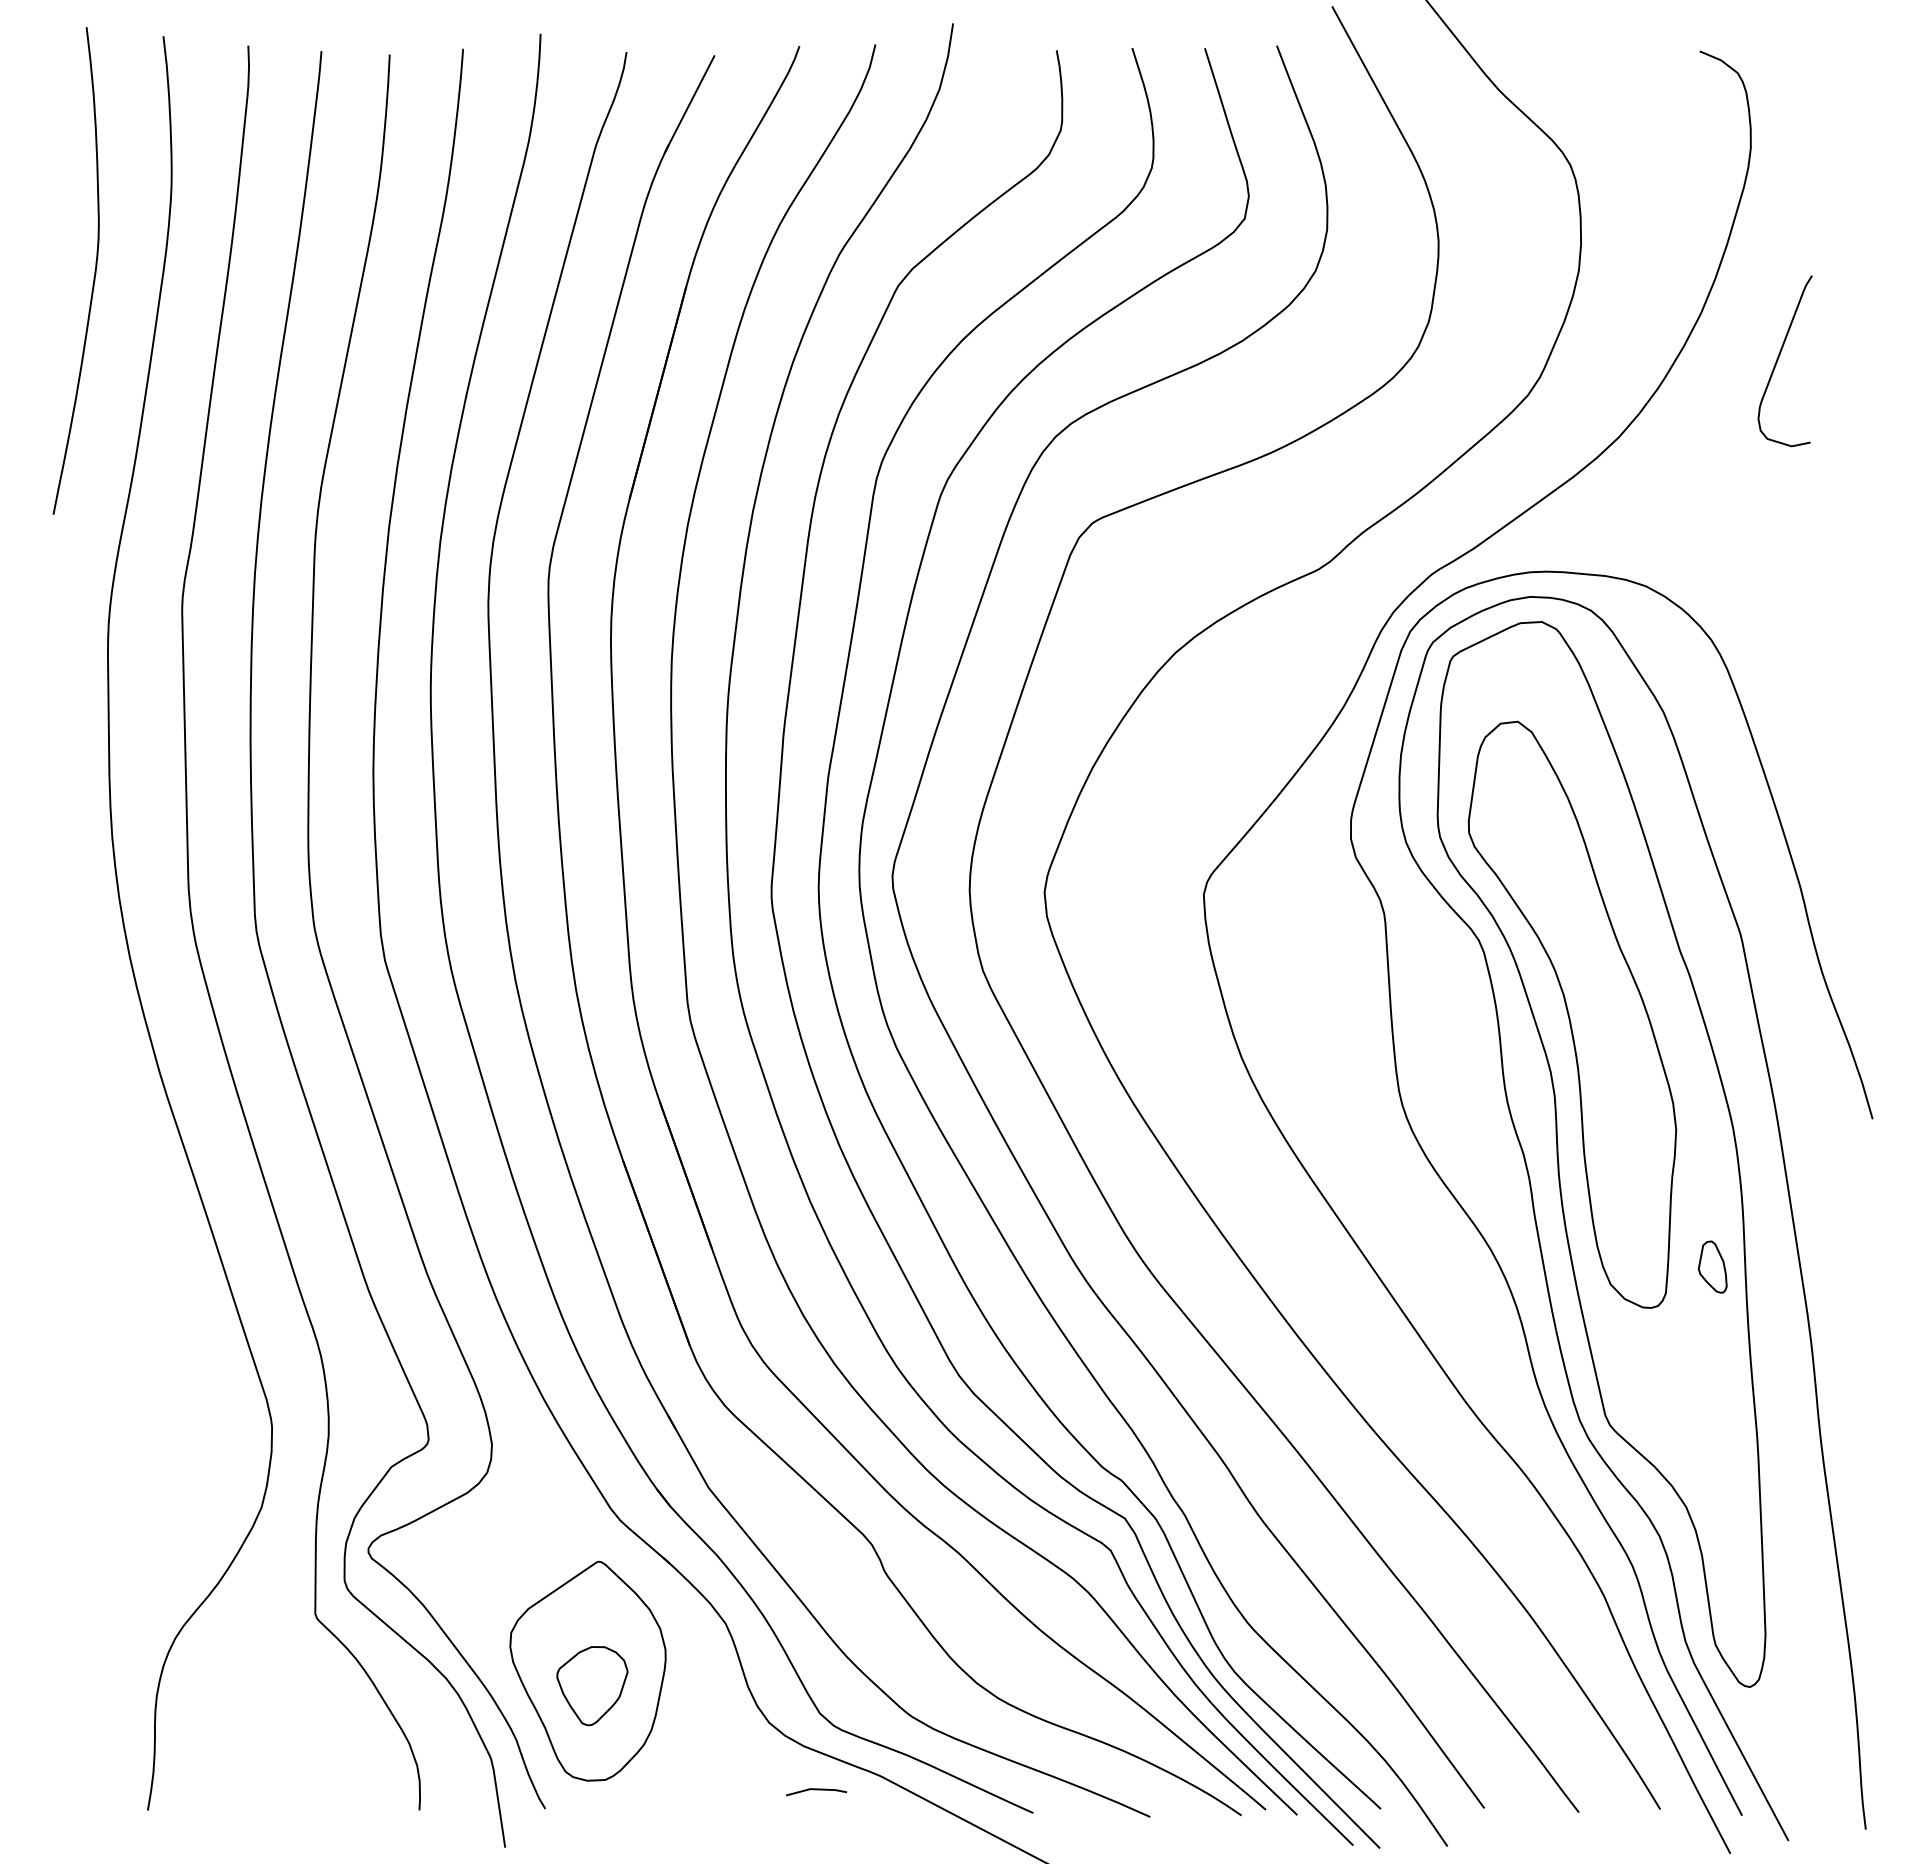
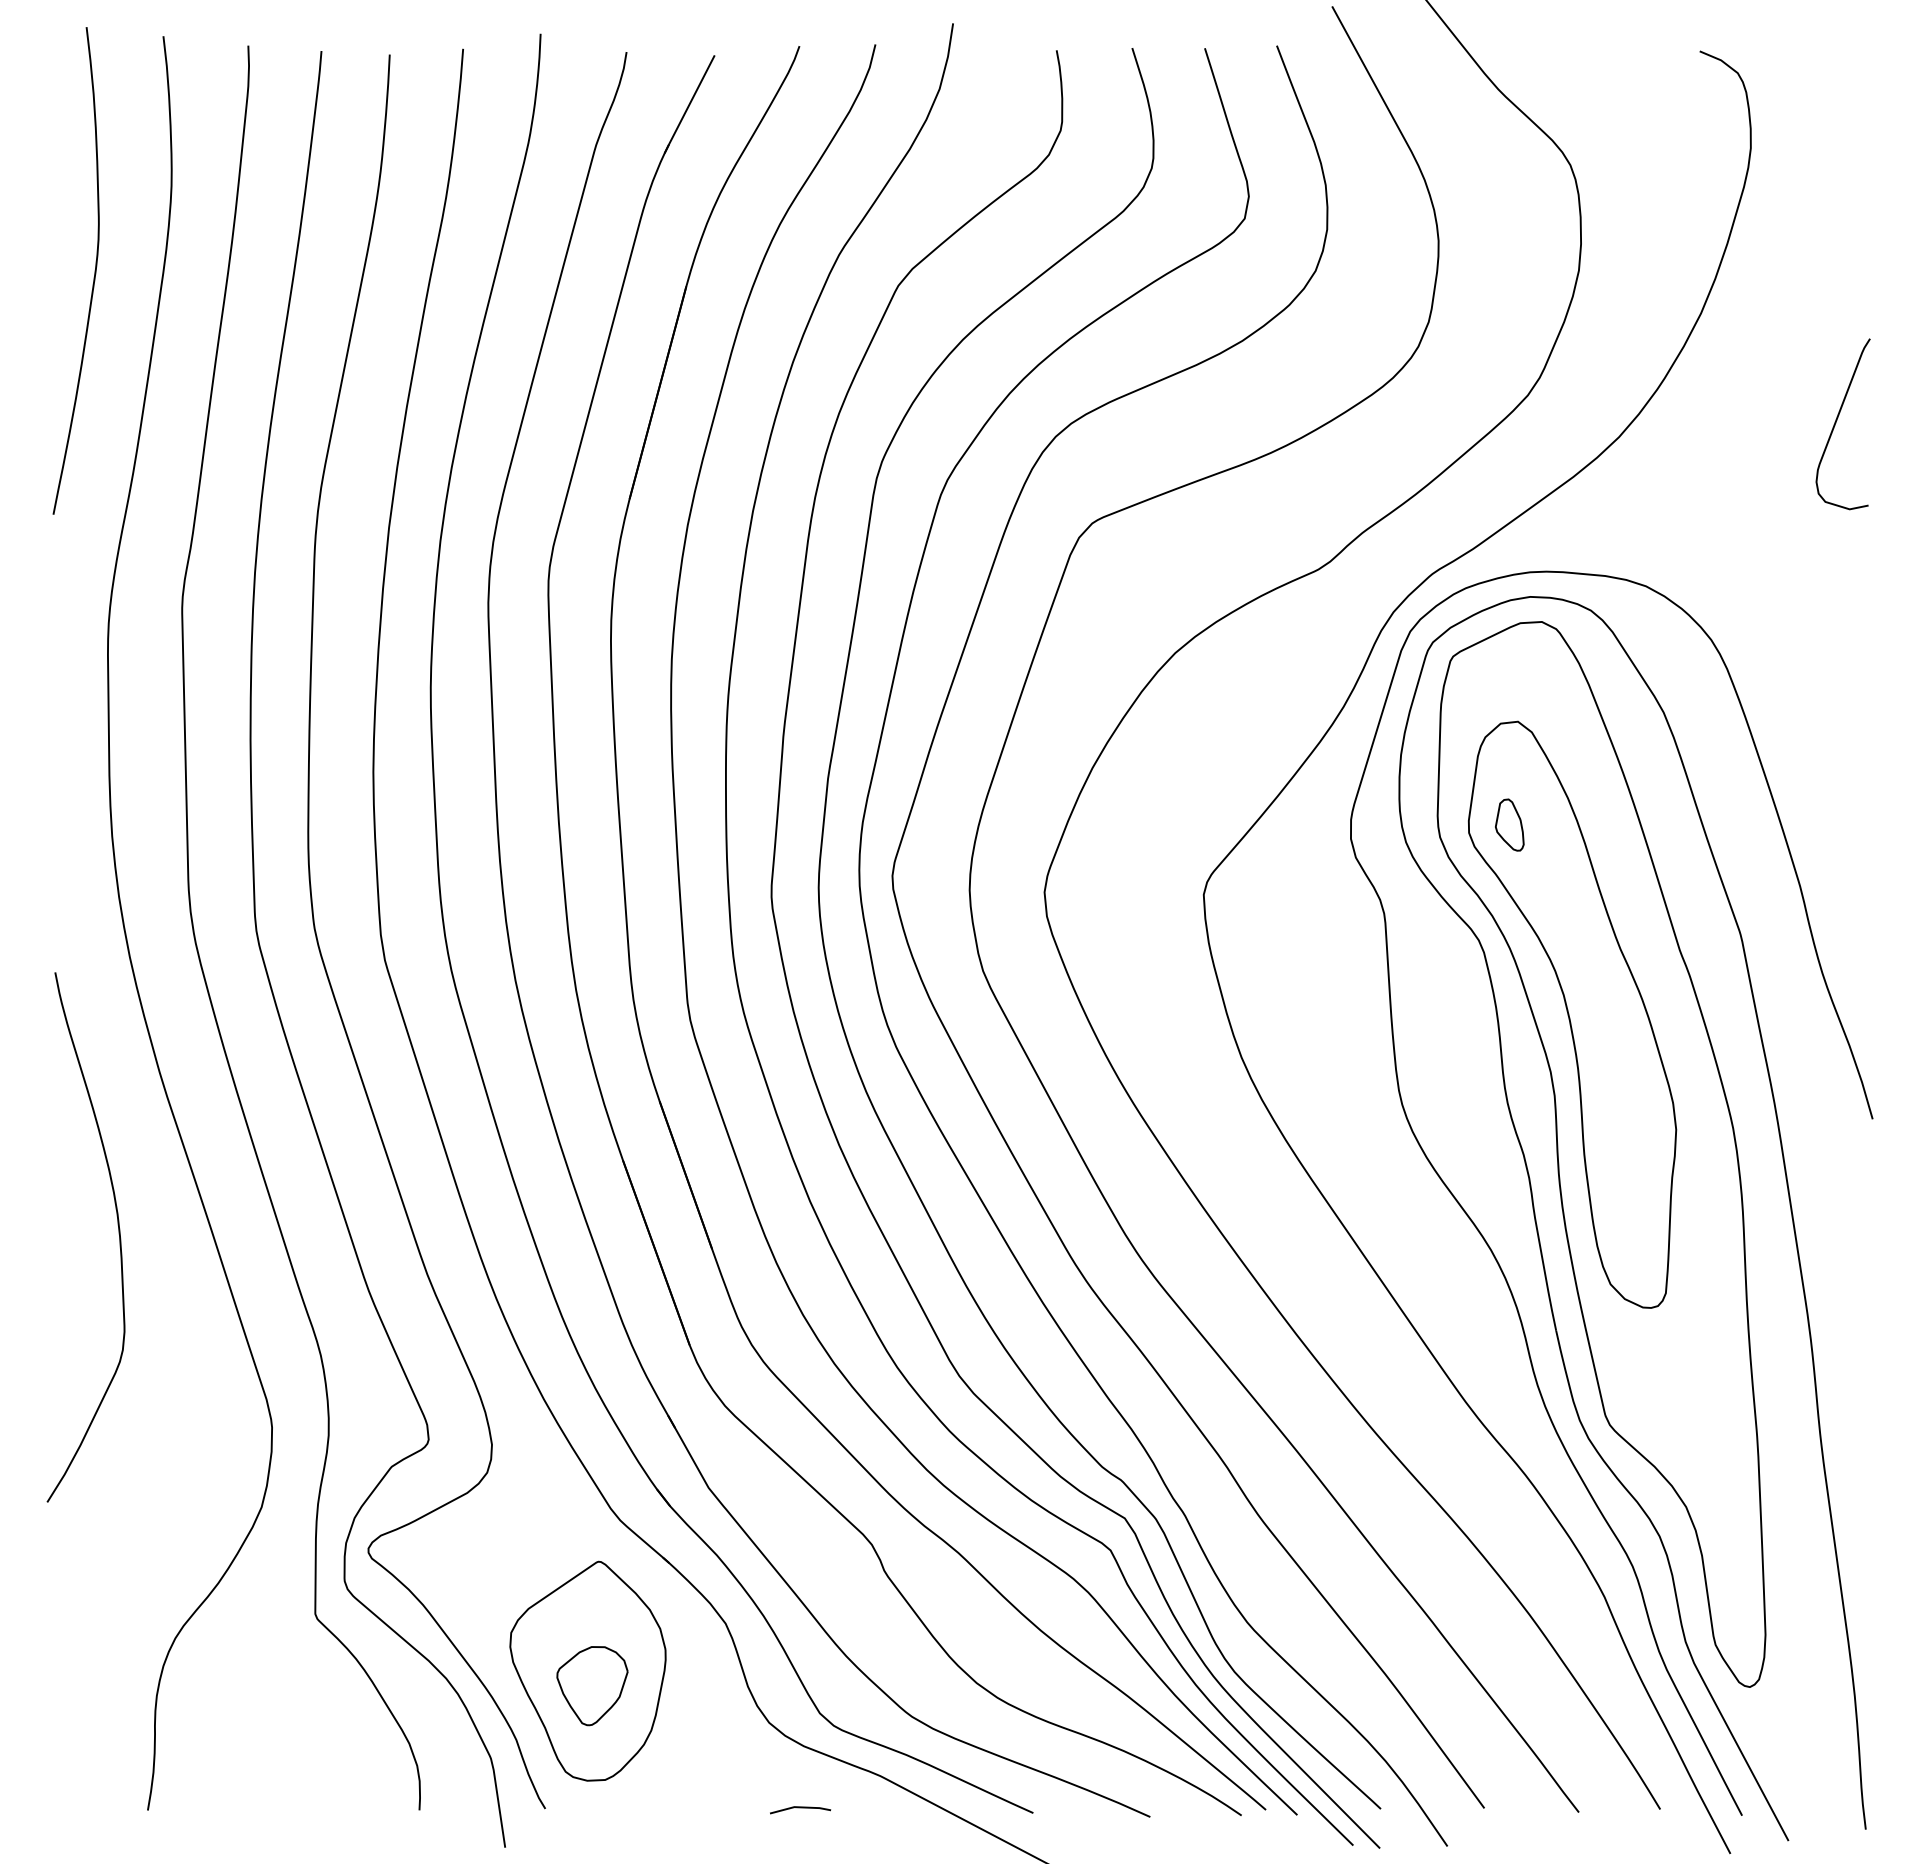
curve at (1778, 360) position: (1778, 360) -> (1836, 423)
curve at (118, 1234): none -> present
part at (1712, 1266) position: (1712, 1266) -> (1509, 824)
line at (816, 1790) position: (816, 1790) -> (800, 1808)
